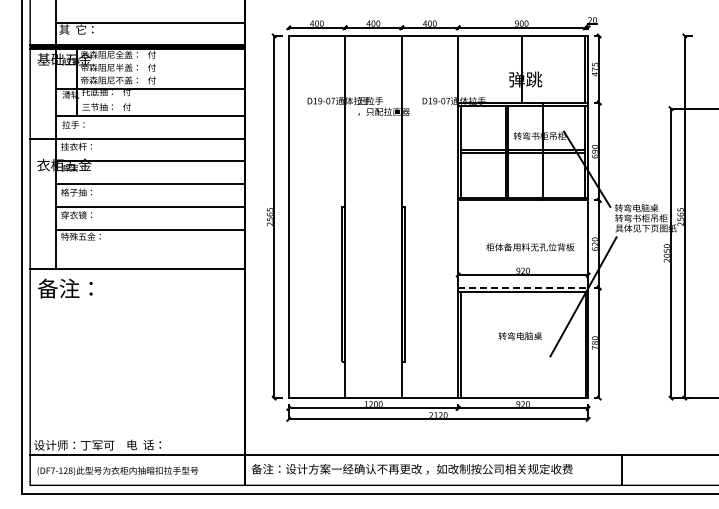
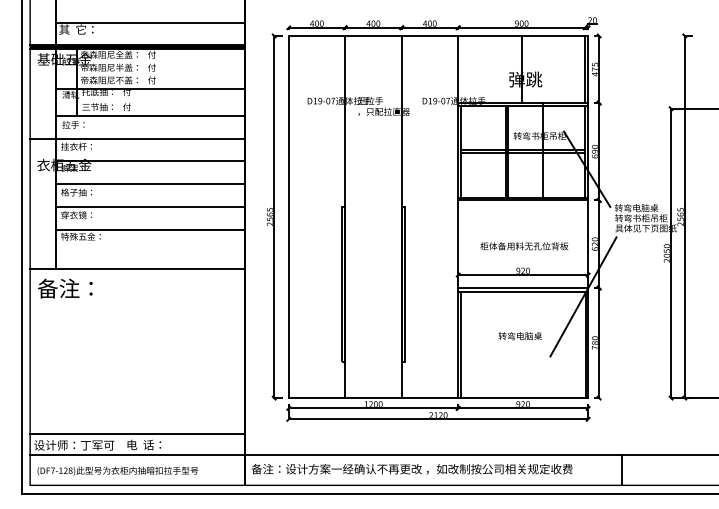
text at (530, 247) position: (530, 247) -> (524, 246)
line at (523, 287): dashed -> solid
line at (137, 433): none -> present
